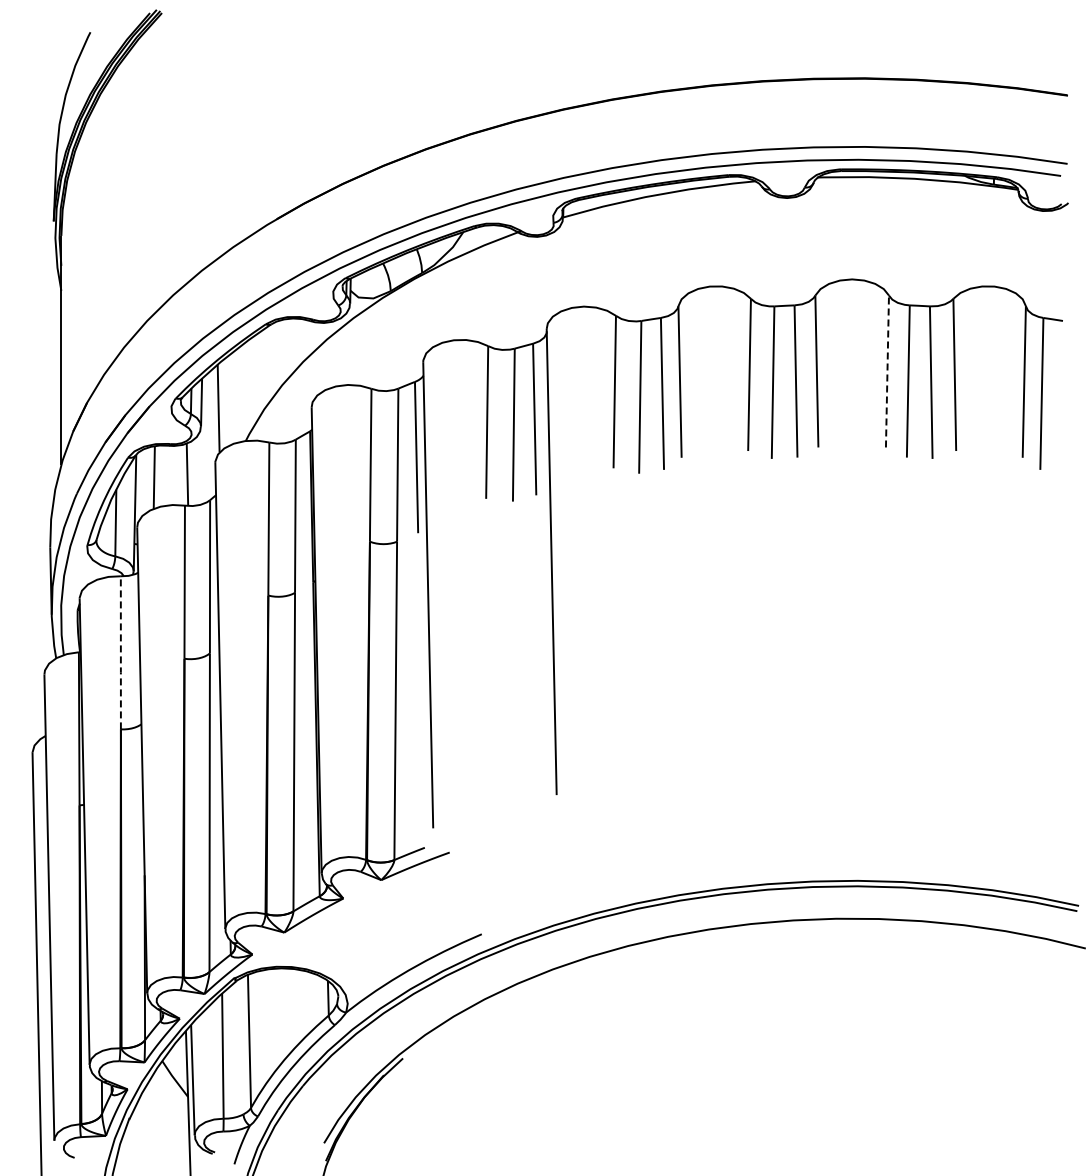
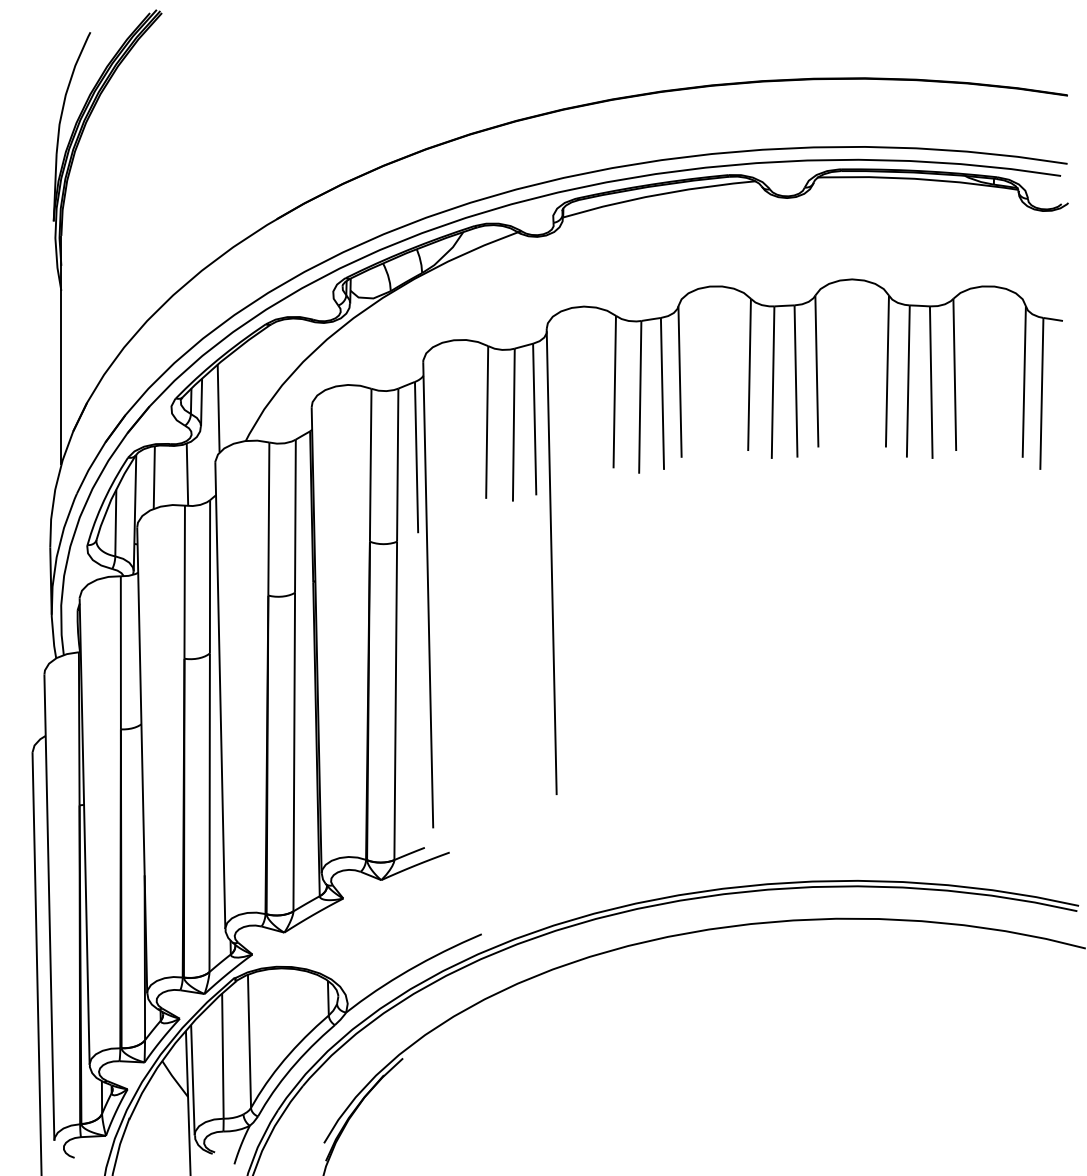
line at (887, 372): dashed -> solid
line at (120, 652): dashed -> solid
